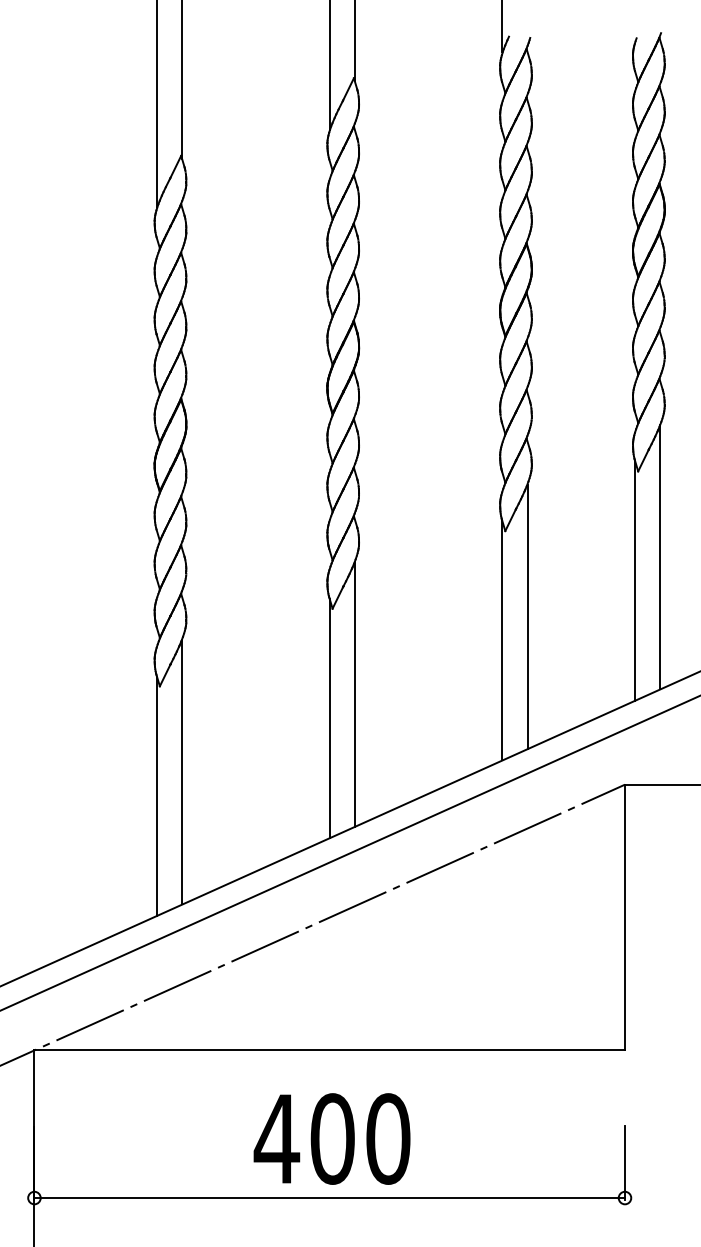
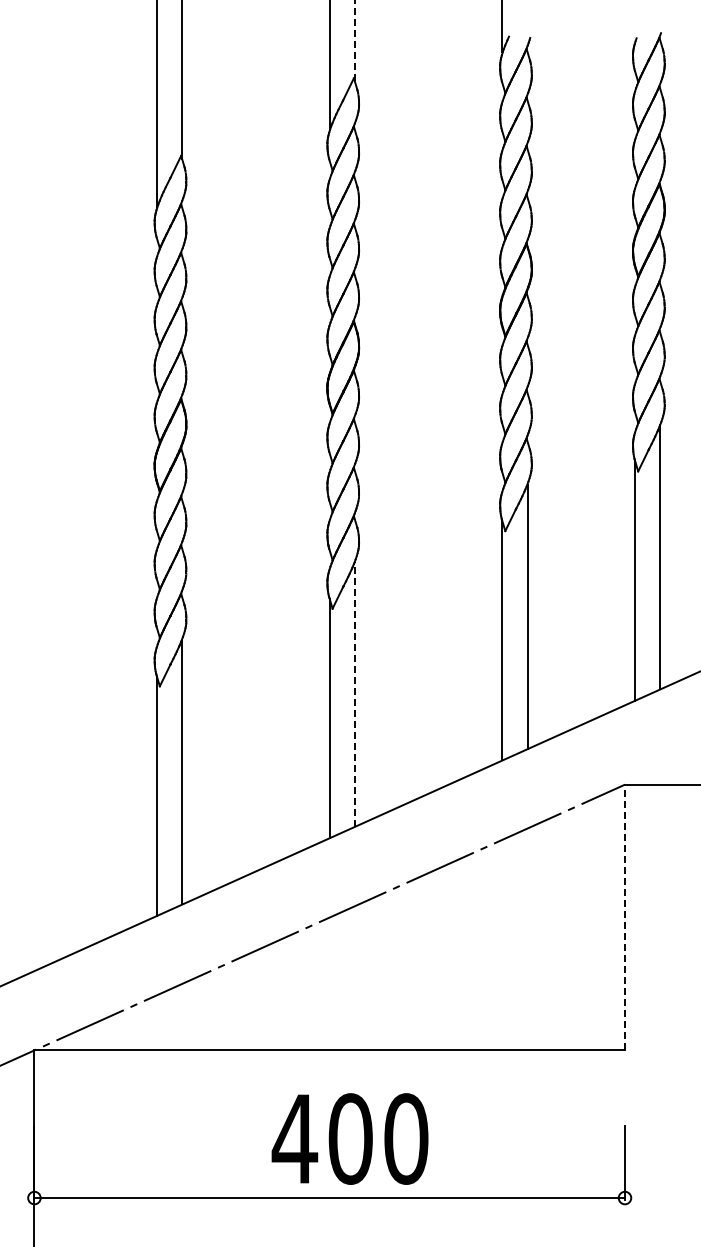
line at (354, 40): solid -> dashed
line at (354, 694): solid -> dashed
line at (349, 853): present -> none
line at (624, 917): solid -> dashed
text at (331, 1138) position: (331, 1138) -> (349, 1138)
